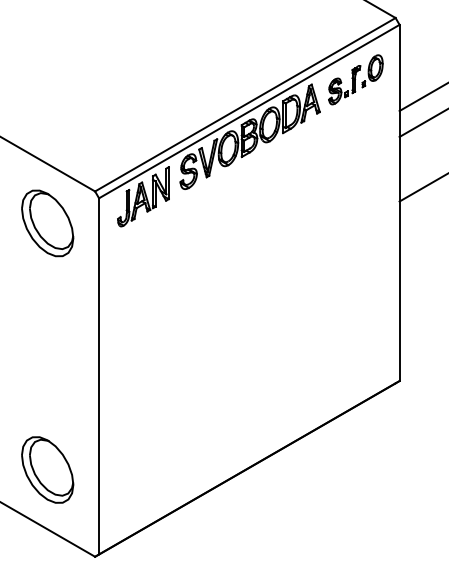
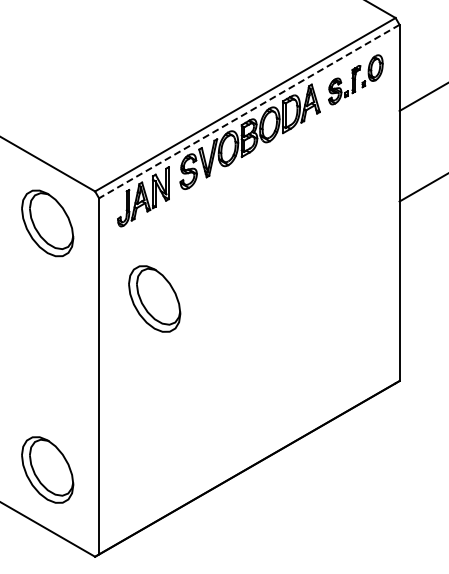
line at (248, 111): solid -> dashed
line at (422, 123): present -> none
part at (154, 298): none -> present
